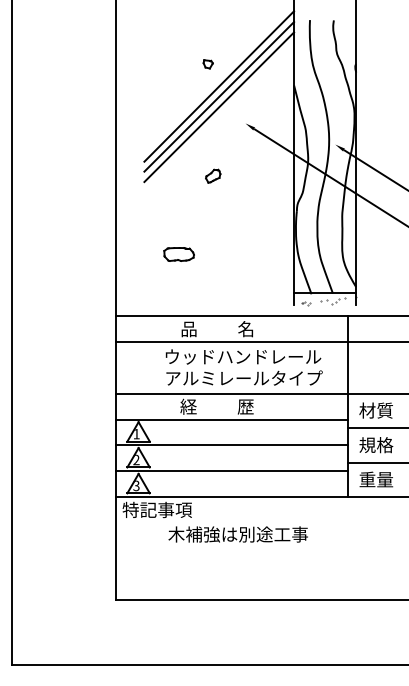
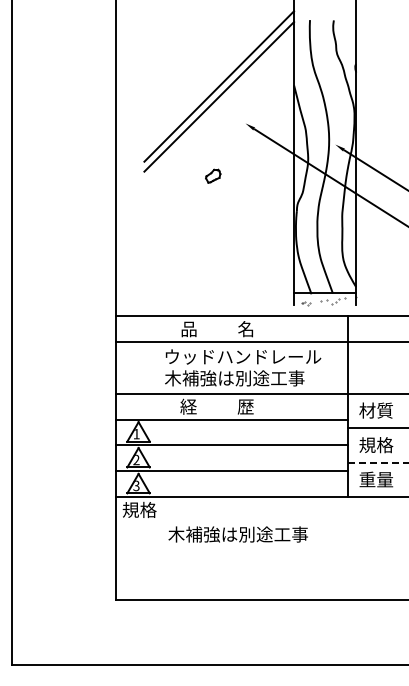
part at (207, 64): present -> none
line at (219, 107): present -> none
part at (178, 254): present -> none
text at (243, 378): アルミレールタイプ -> 木補強は別途工事
line at (378, 462): solid -> dashed
text at (156, 509): 特記事項 -> 規格
